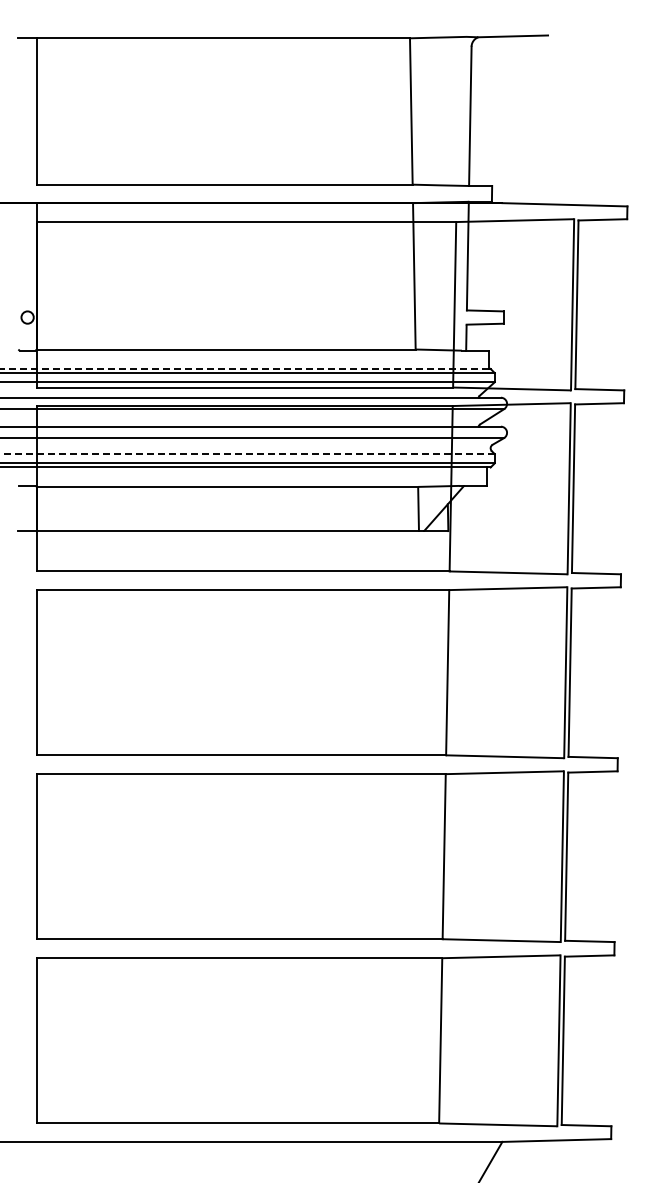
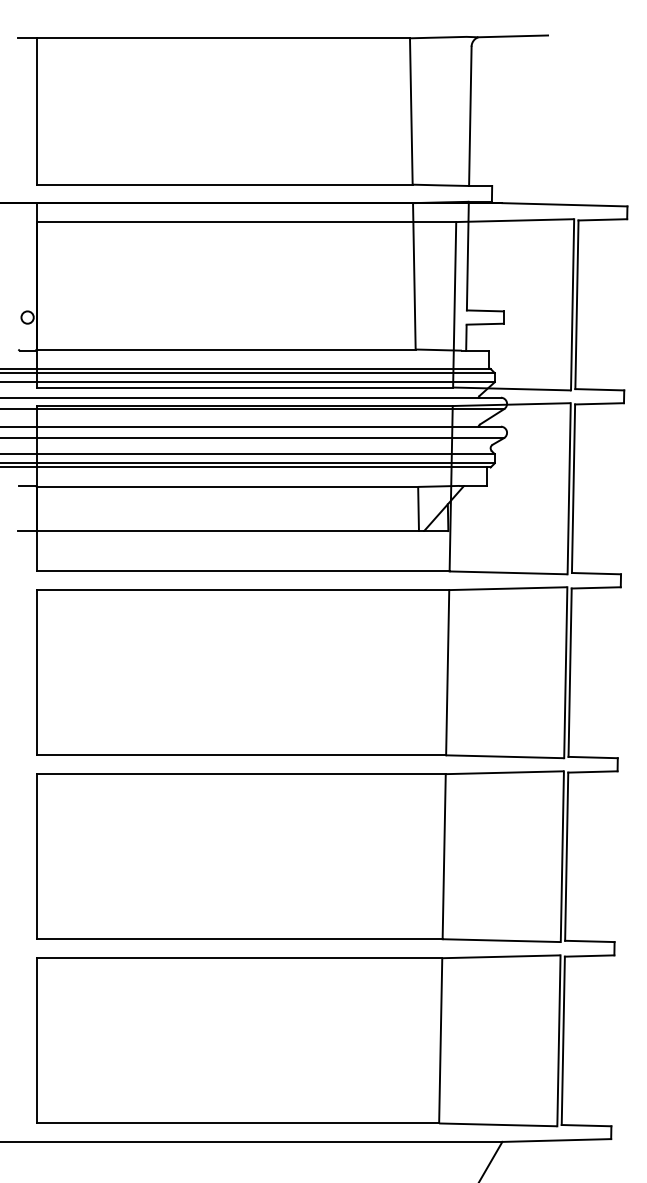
line at (244, 368): dashed -> solid
line at (247, 454): dashed -> solid
